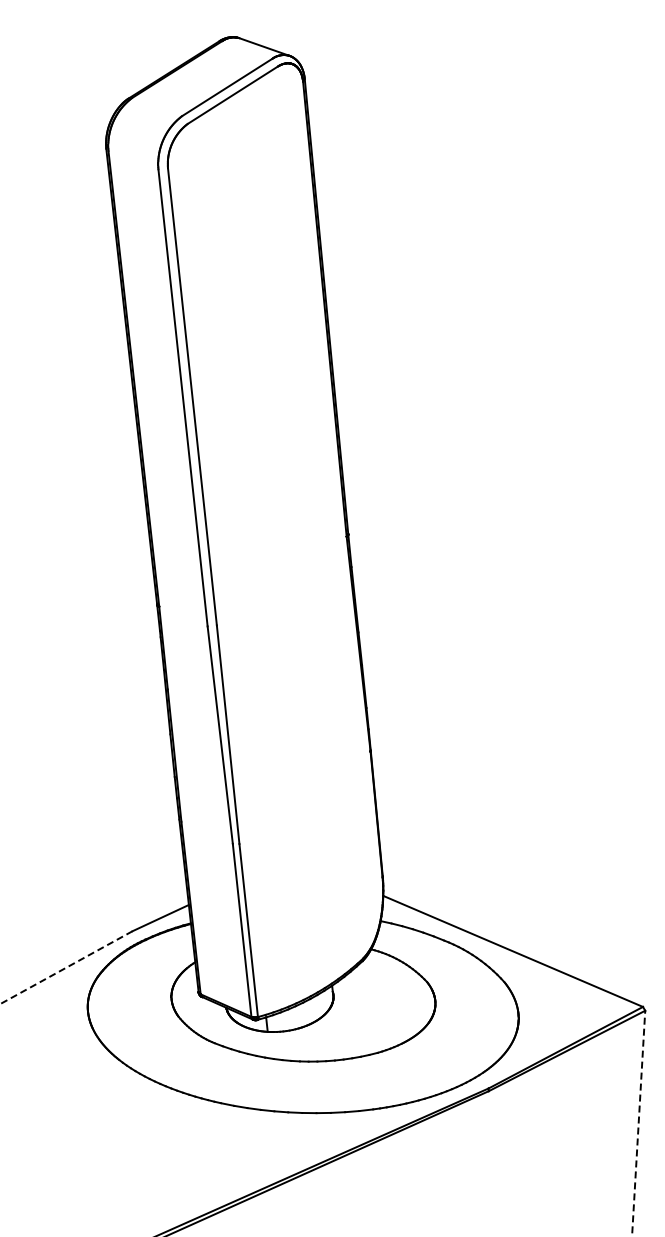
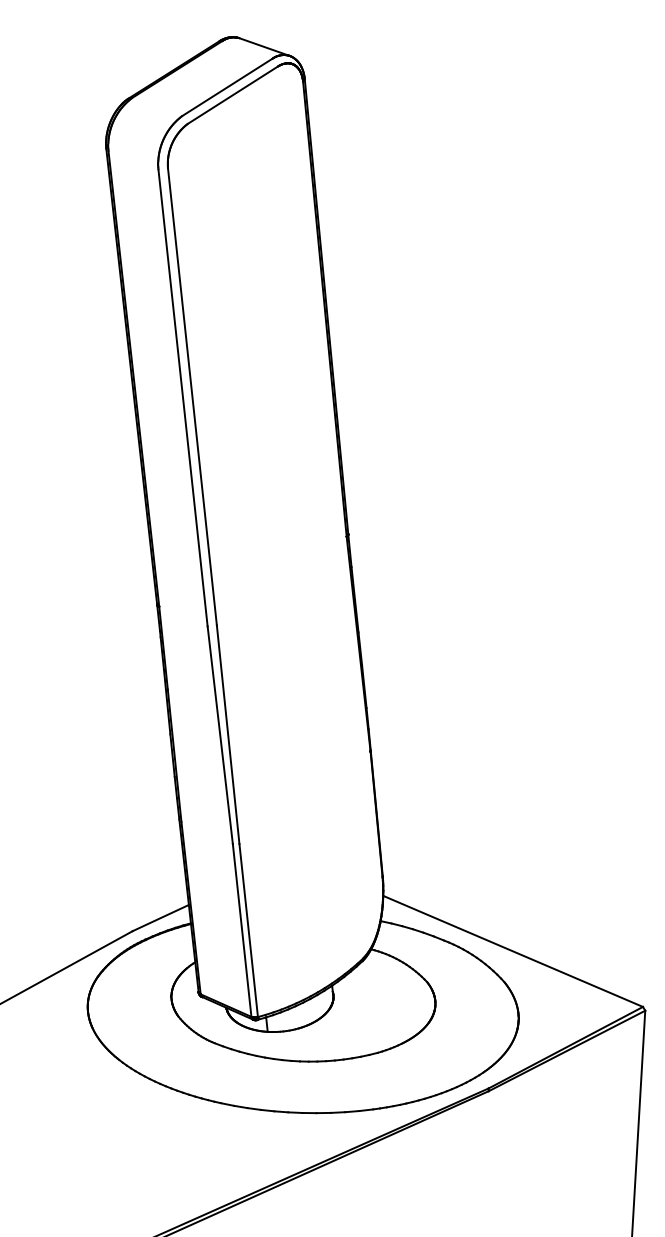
line at (66, 967): dashed -> solid
line at (638, 1123): dashed -> solid
